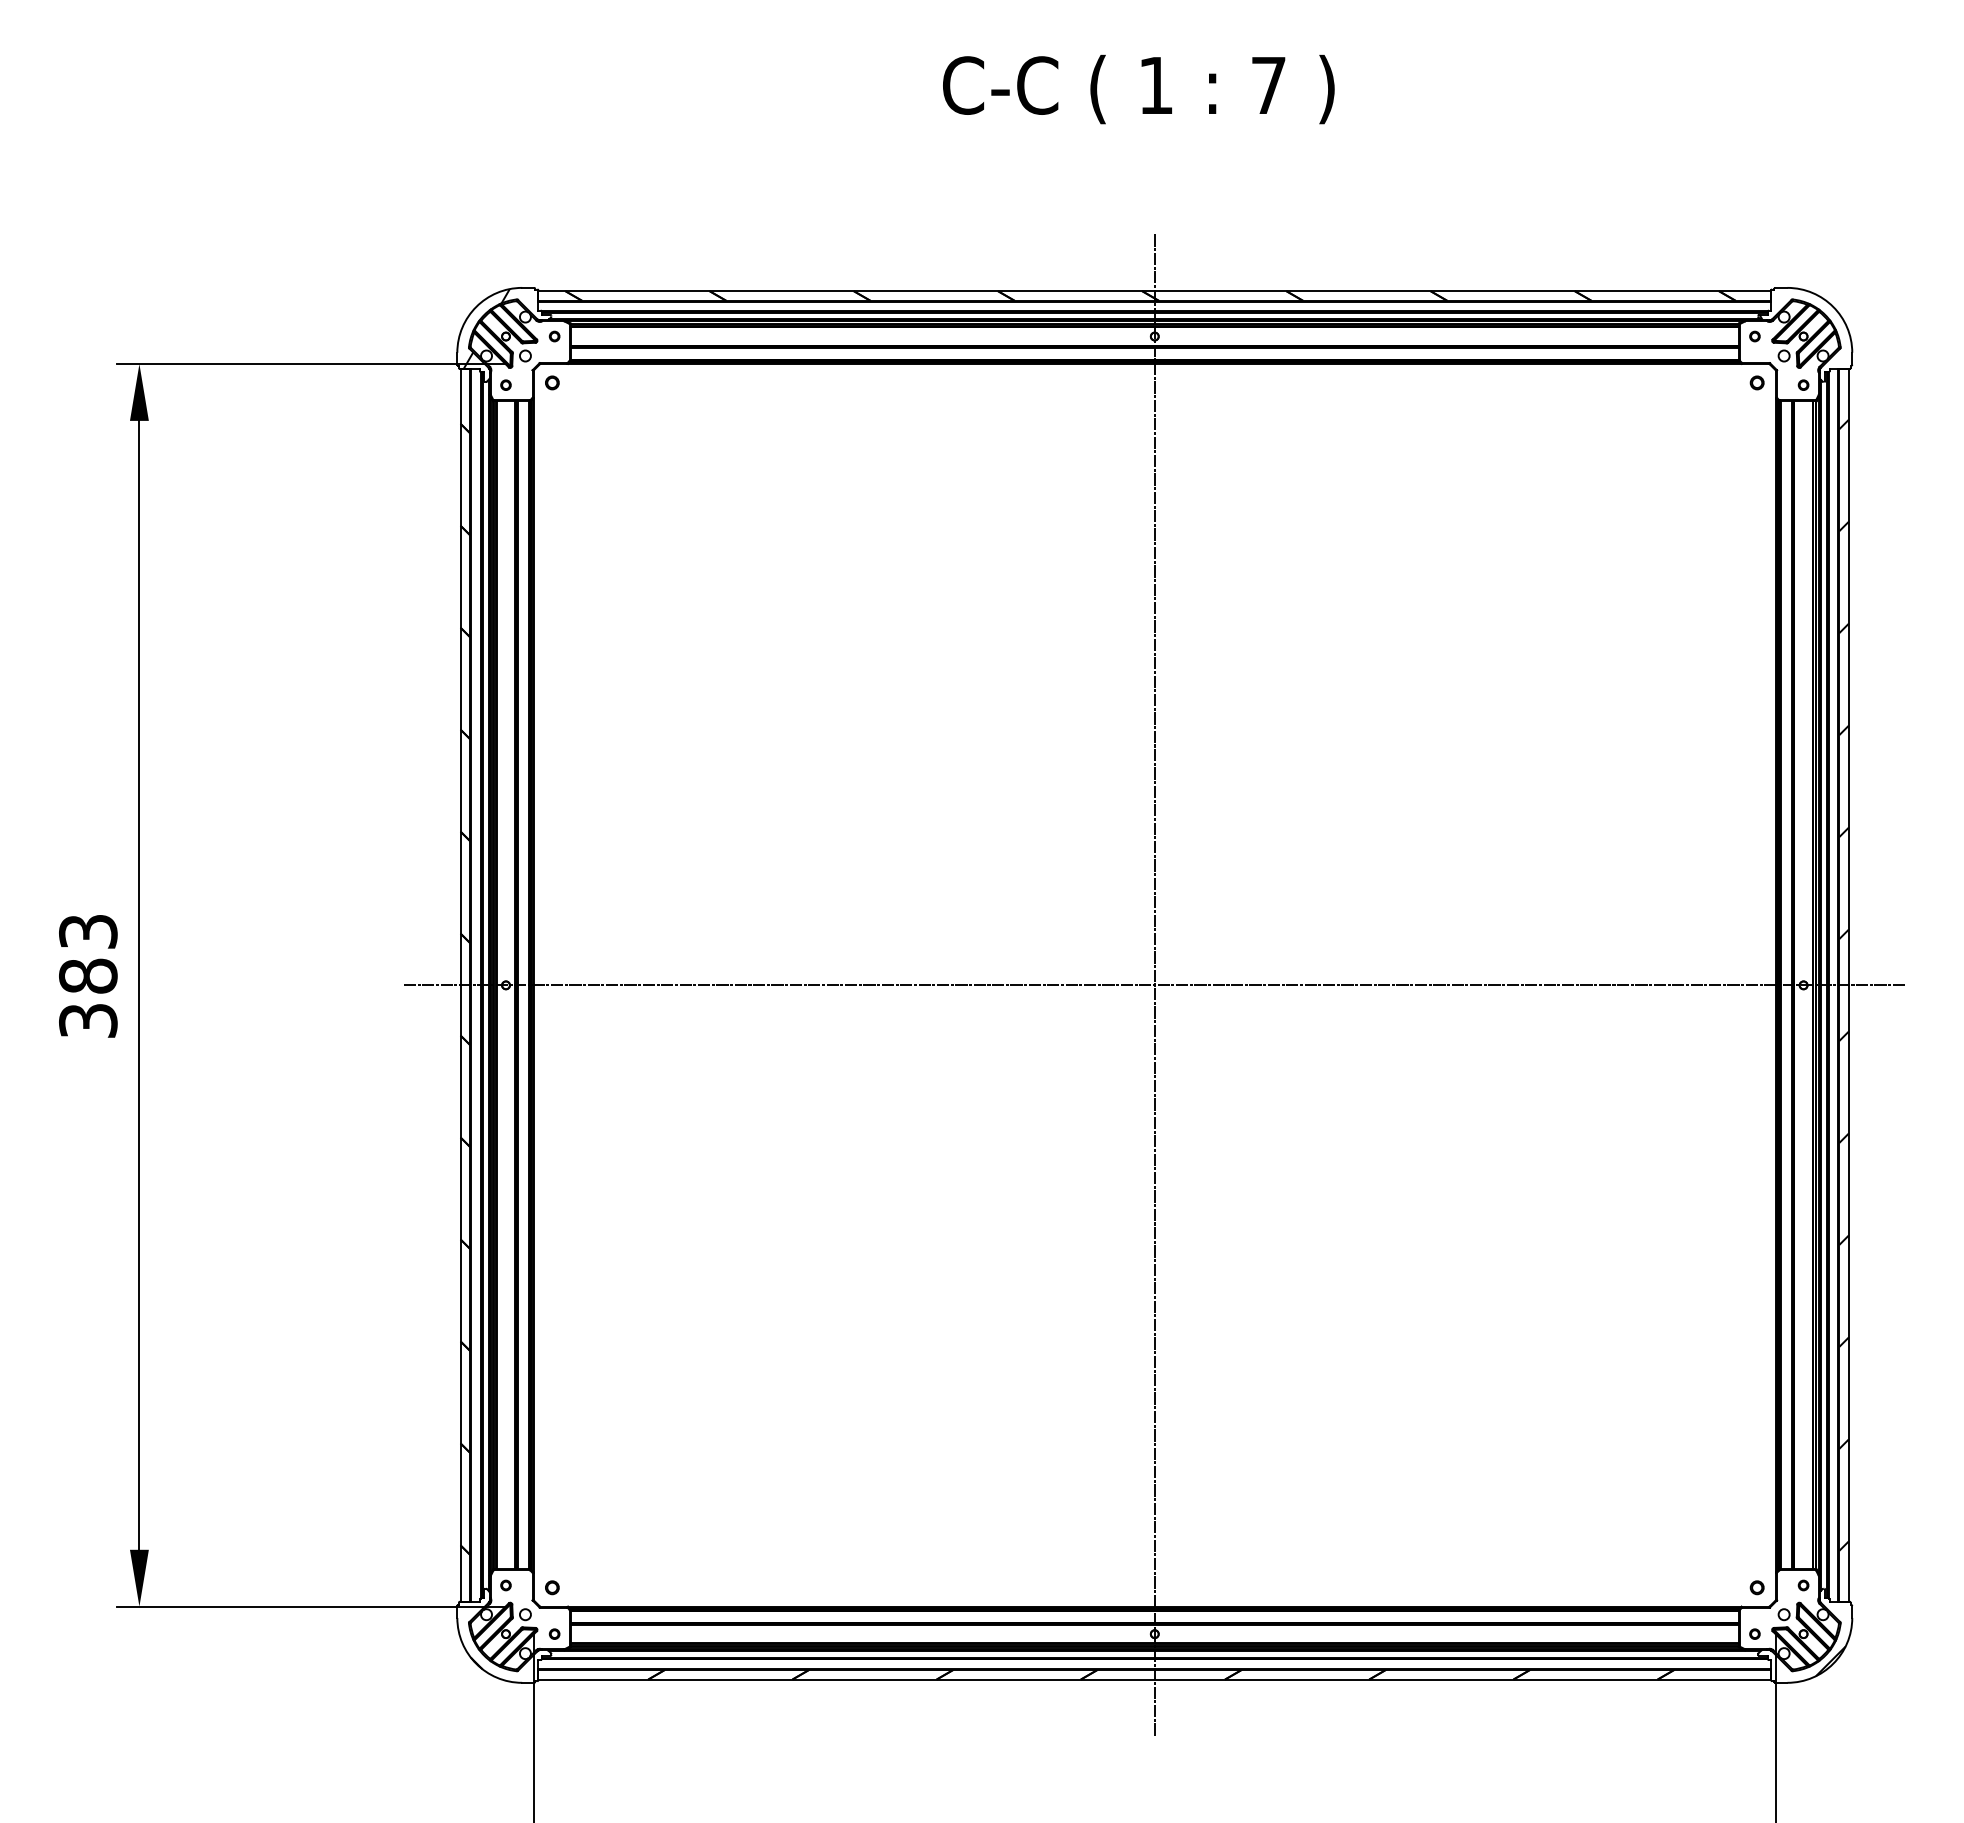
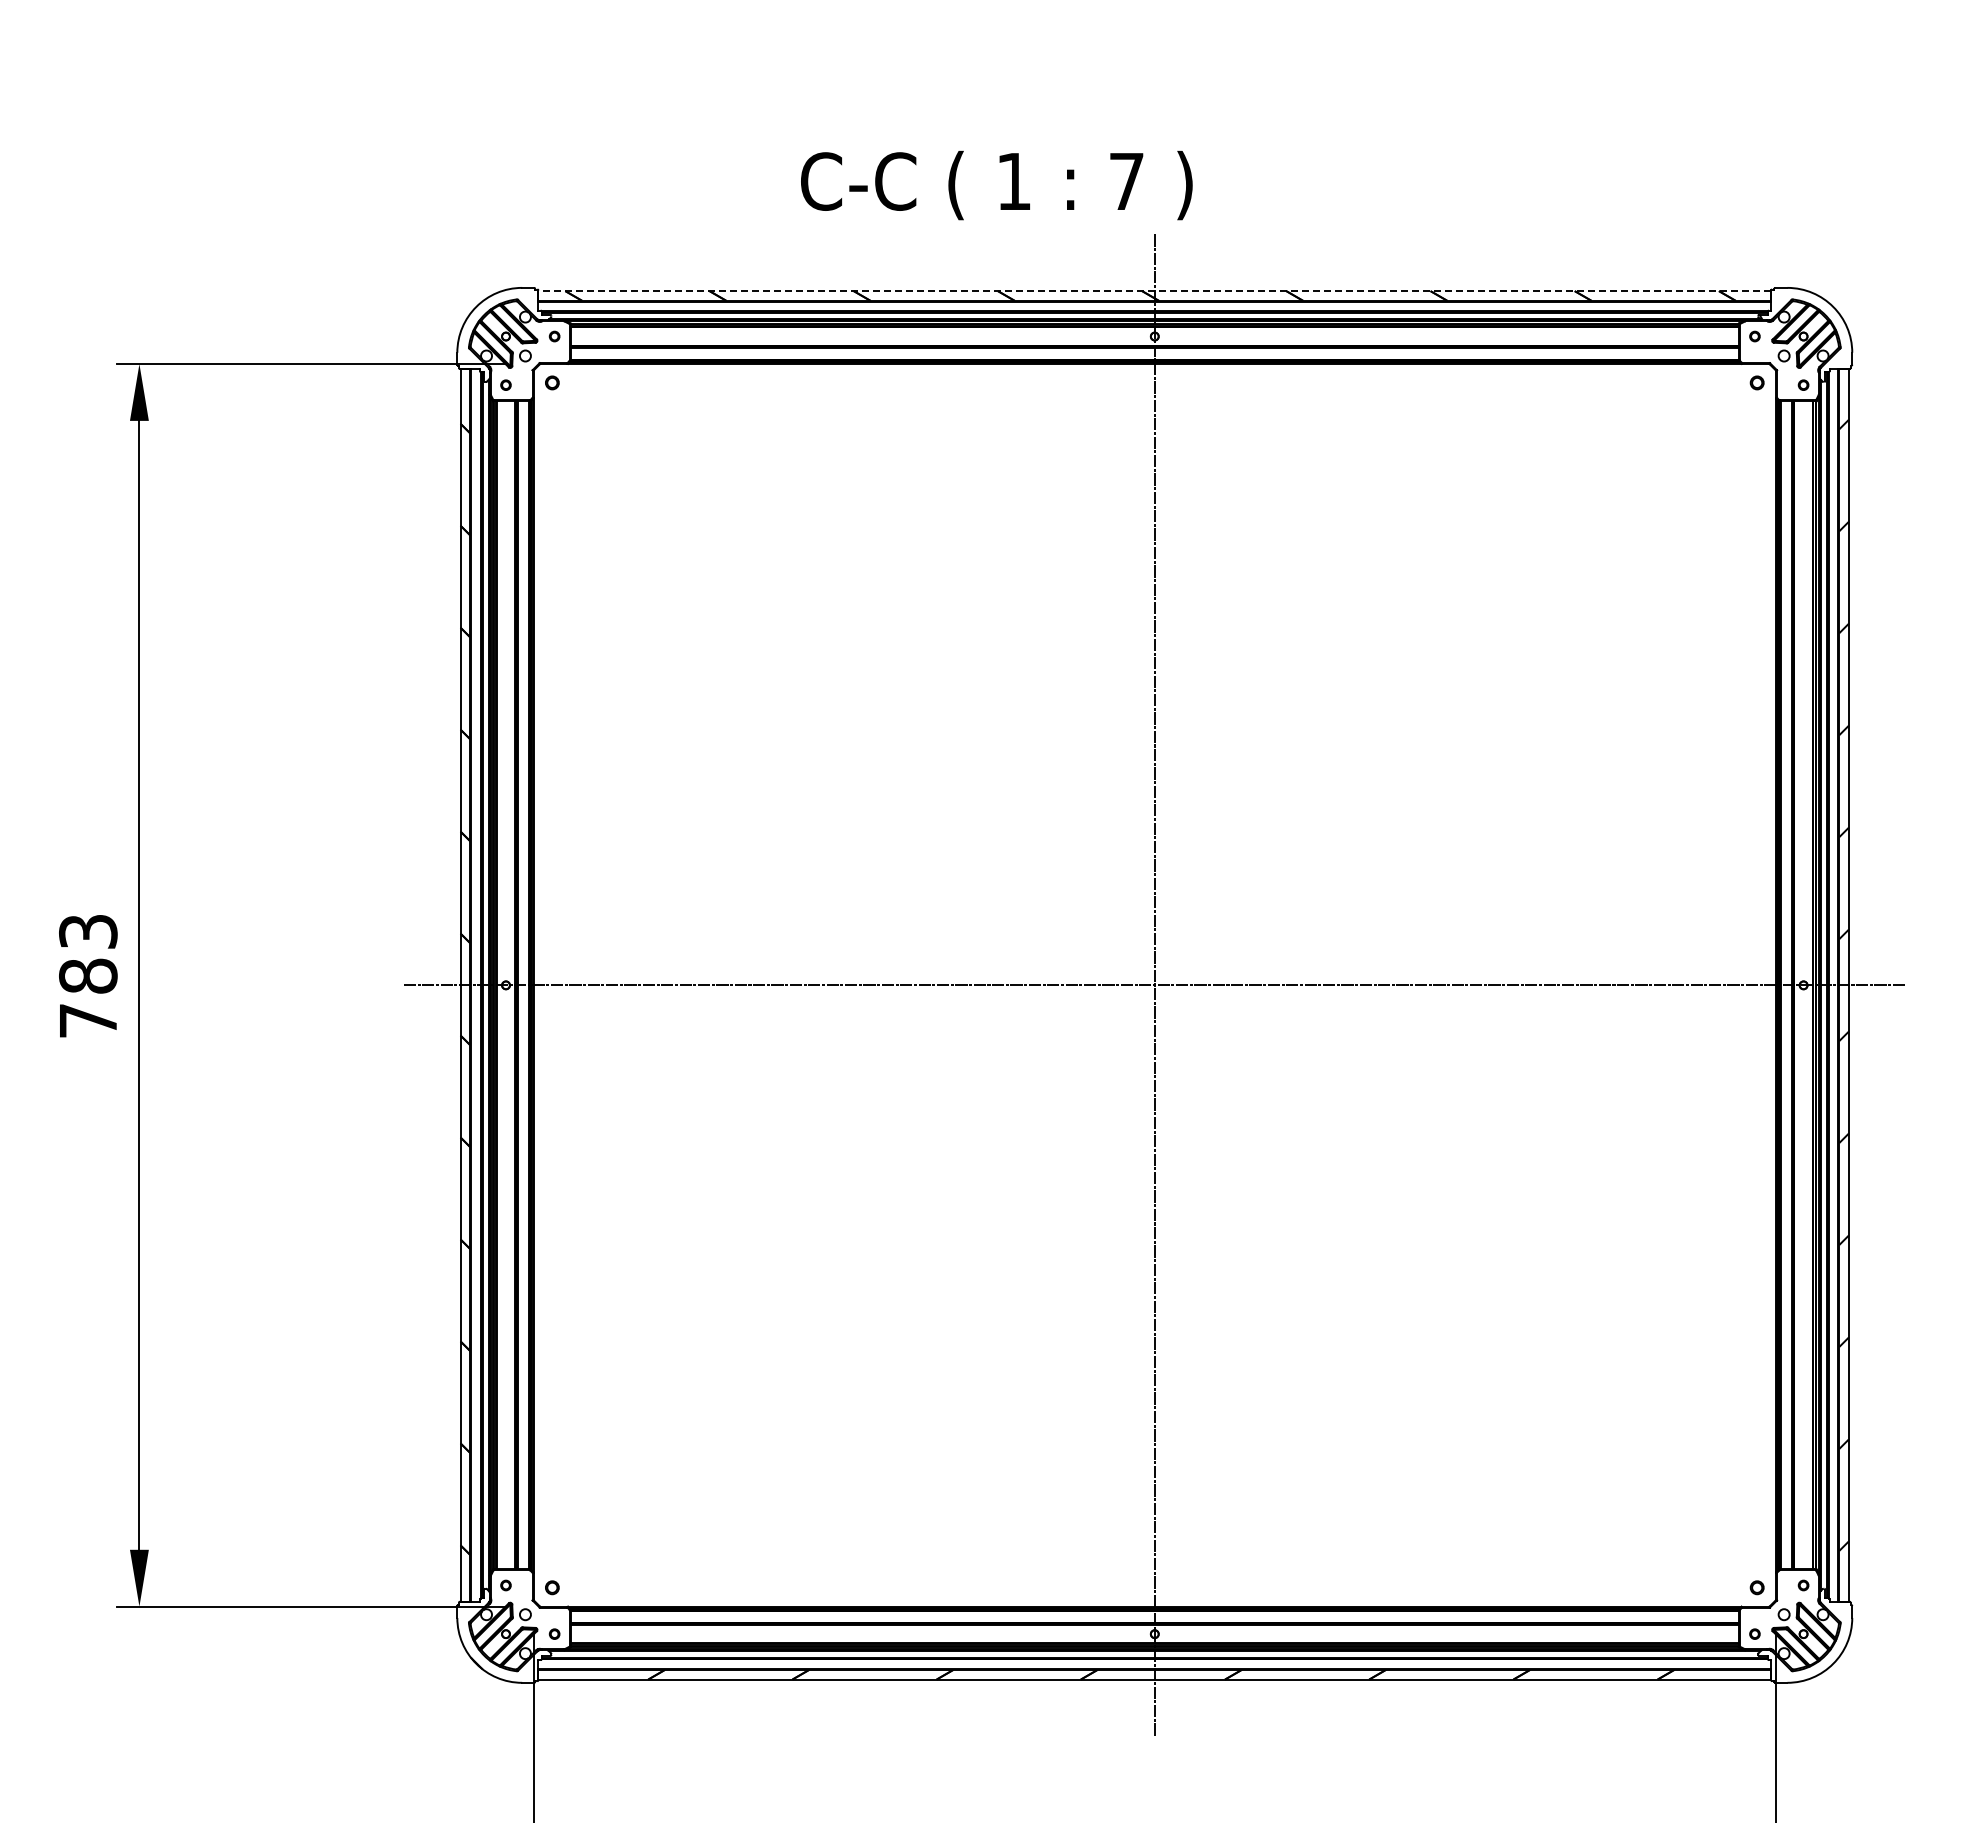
text at (1138, 89) position: (1138, 89) -> (996, 185)
line at (1154, 291): solid -> dashed
hatch at (486, 328): present -> none
text at (88, 1020): 383 -> 783
hatch at (1830, 1661): present -> none
